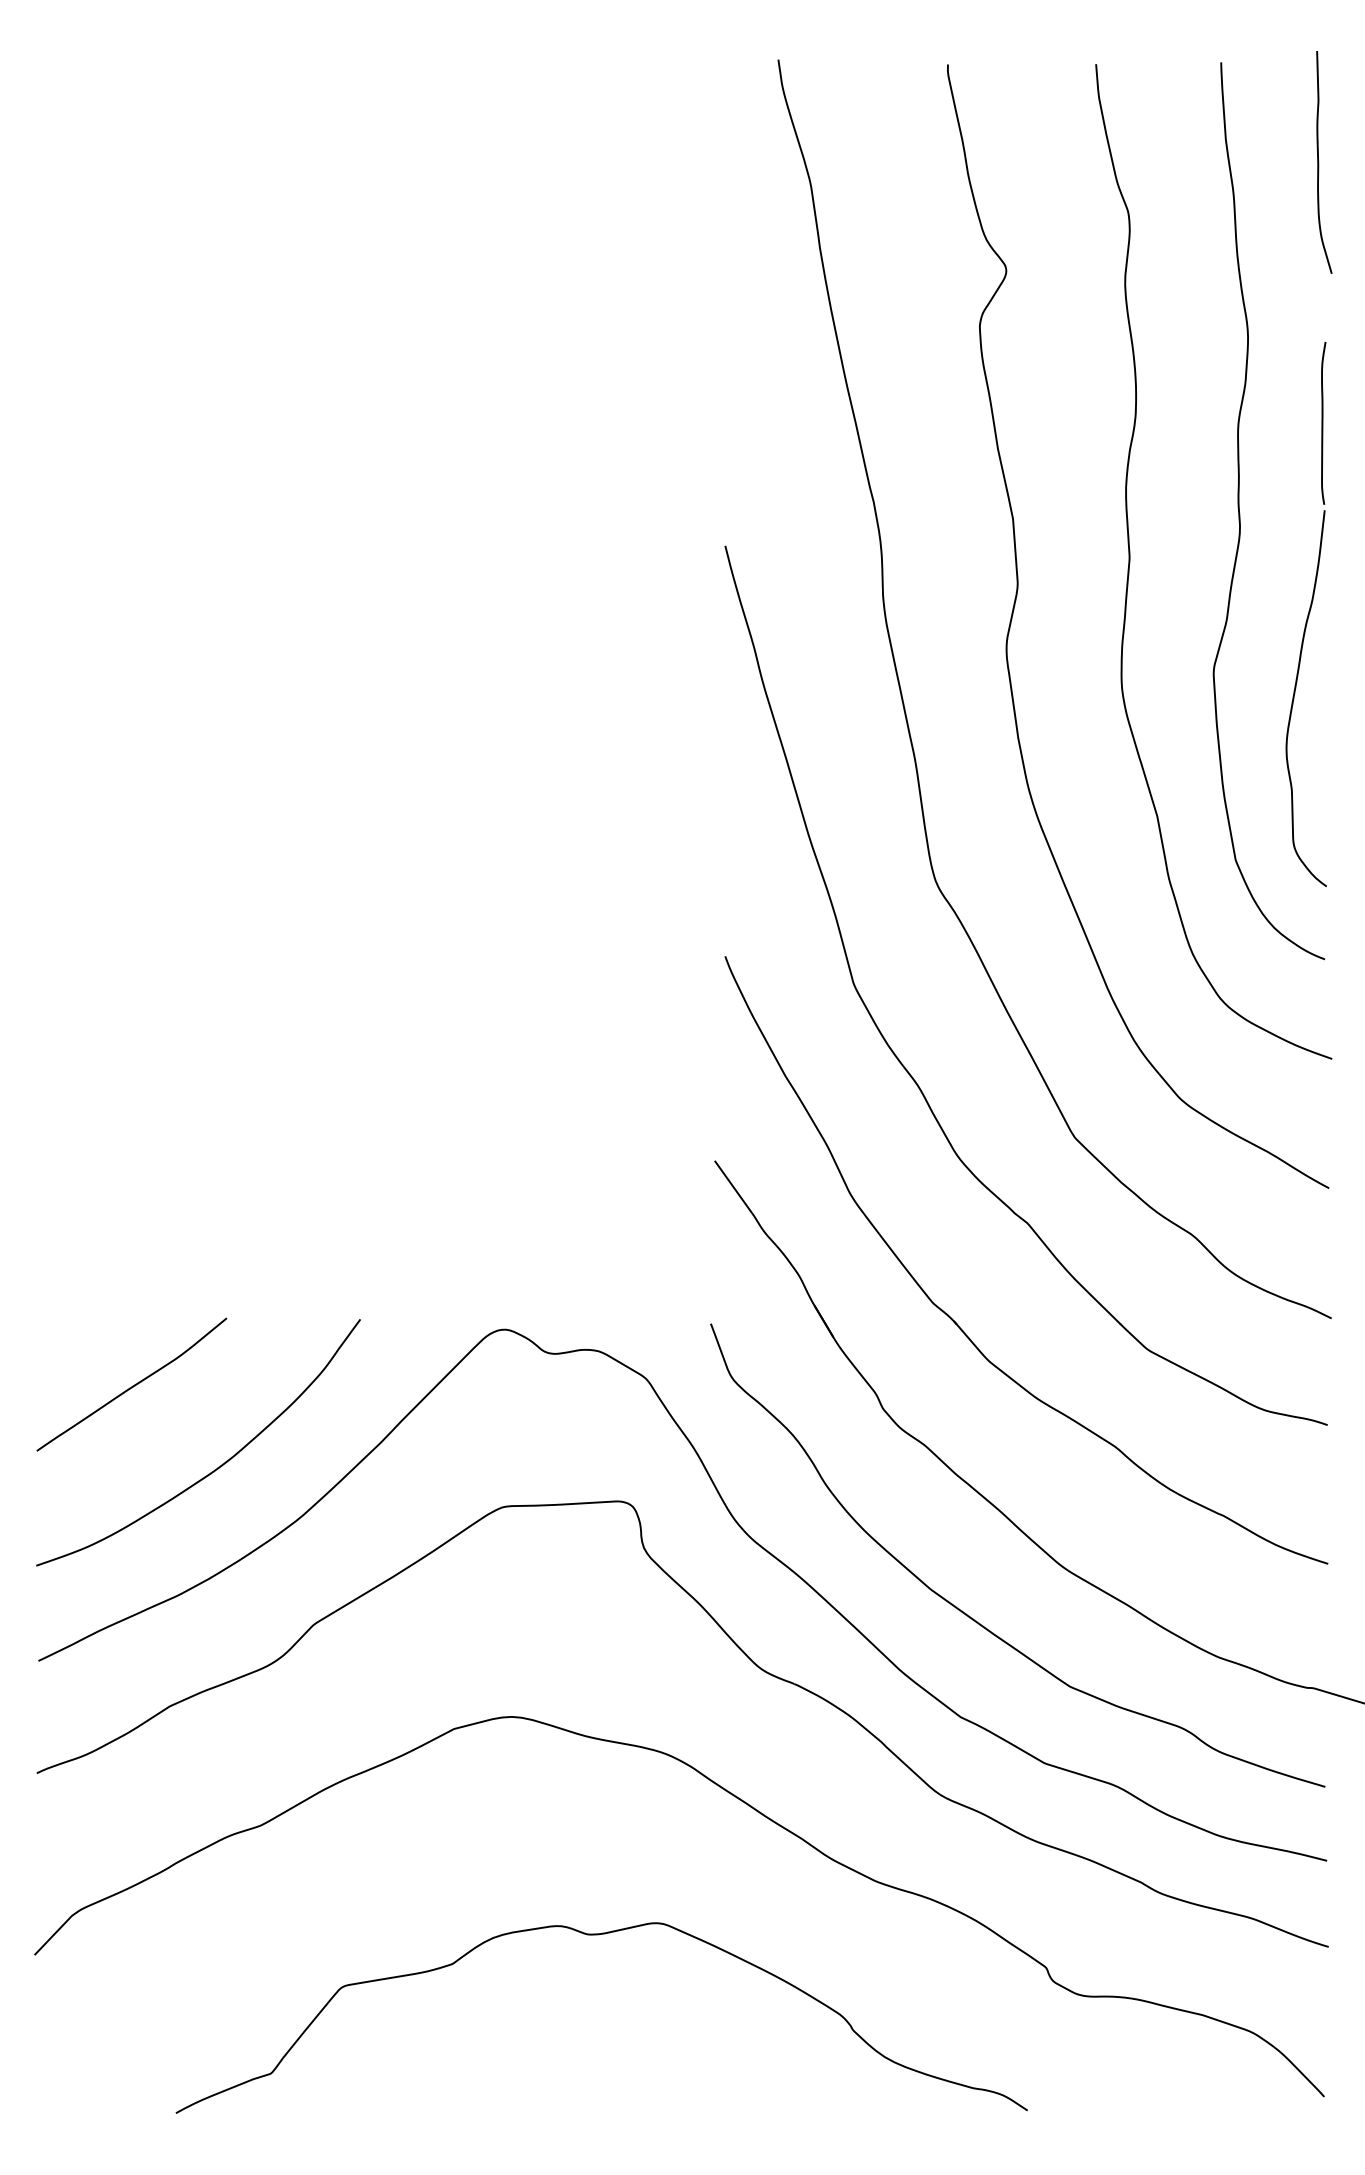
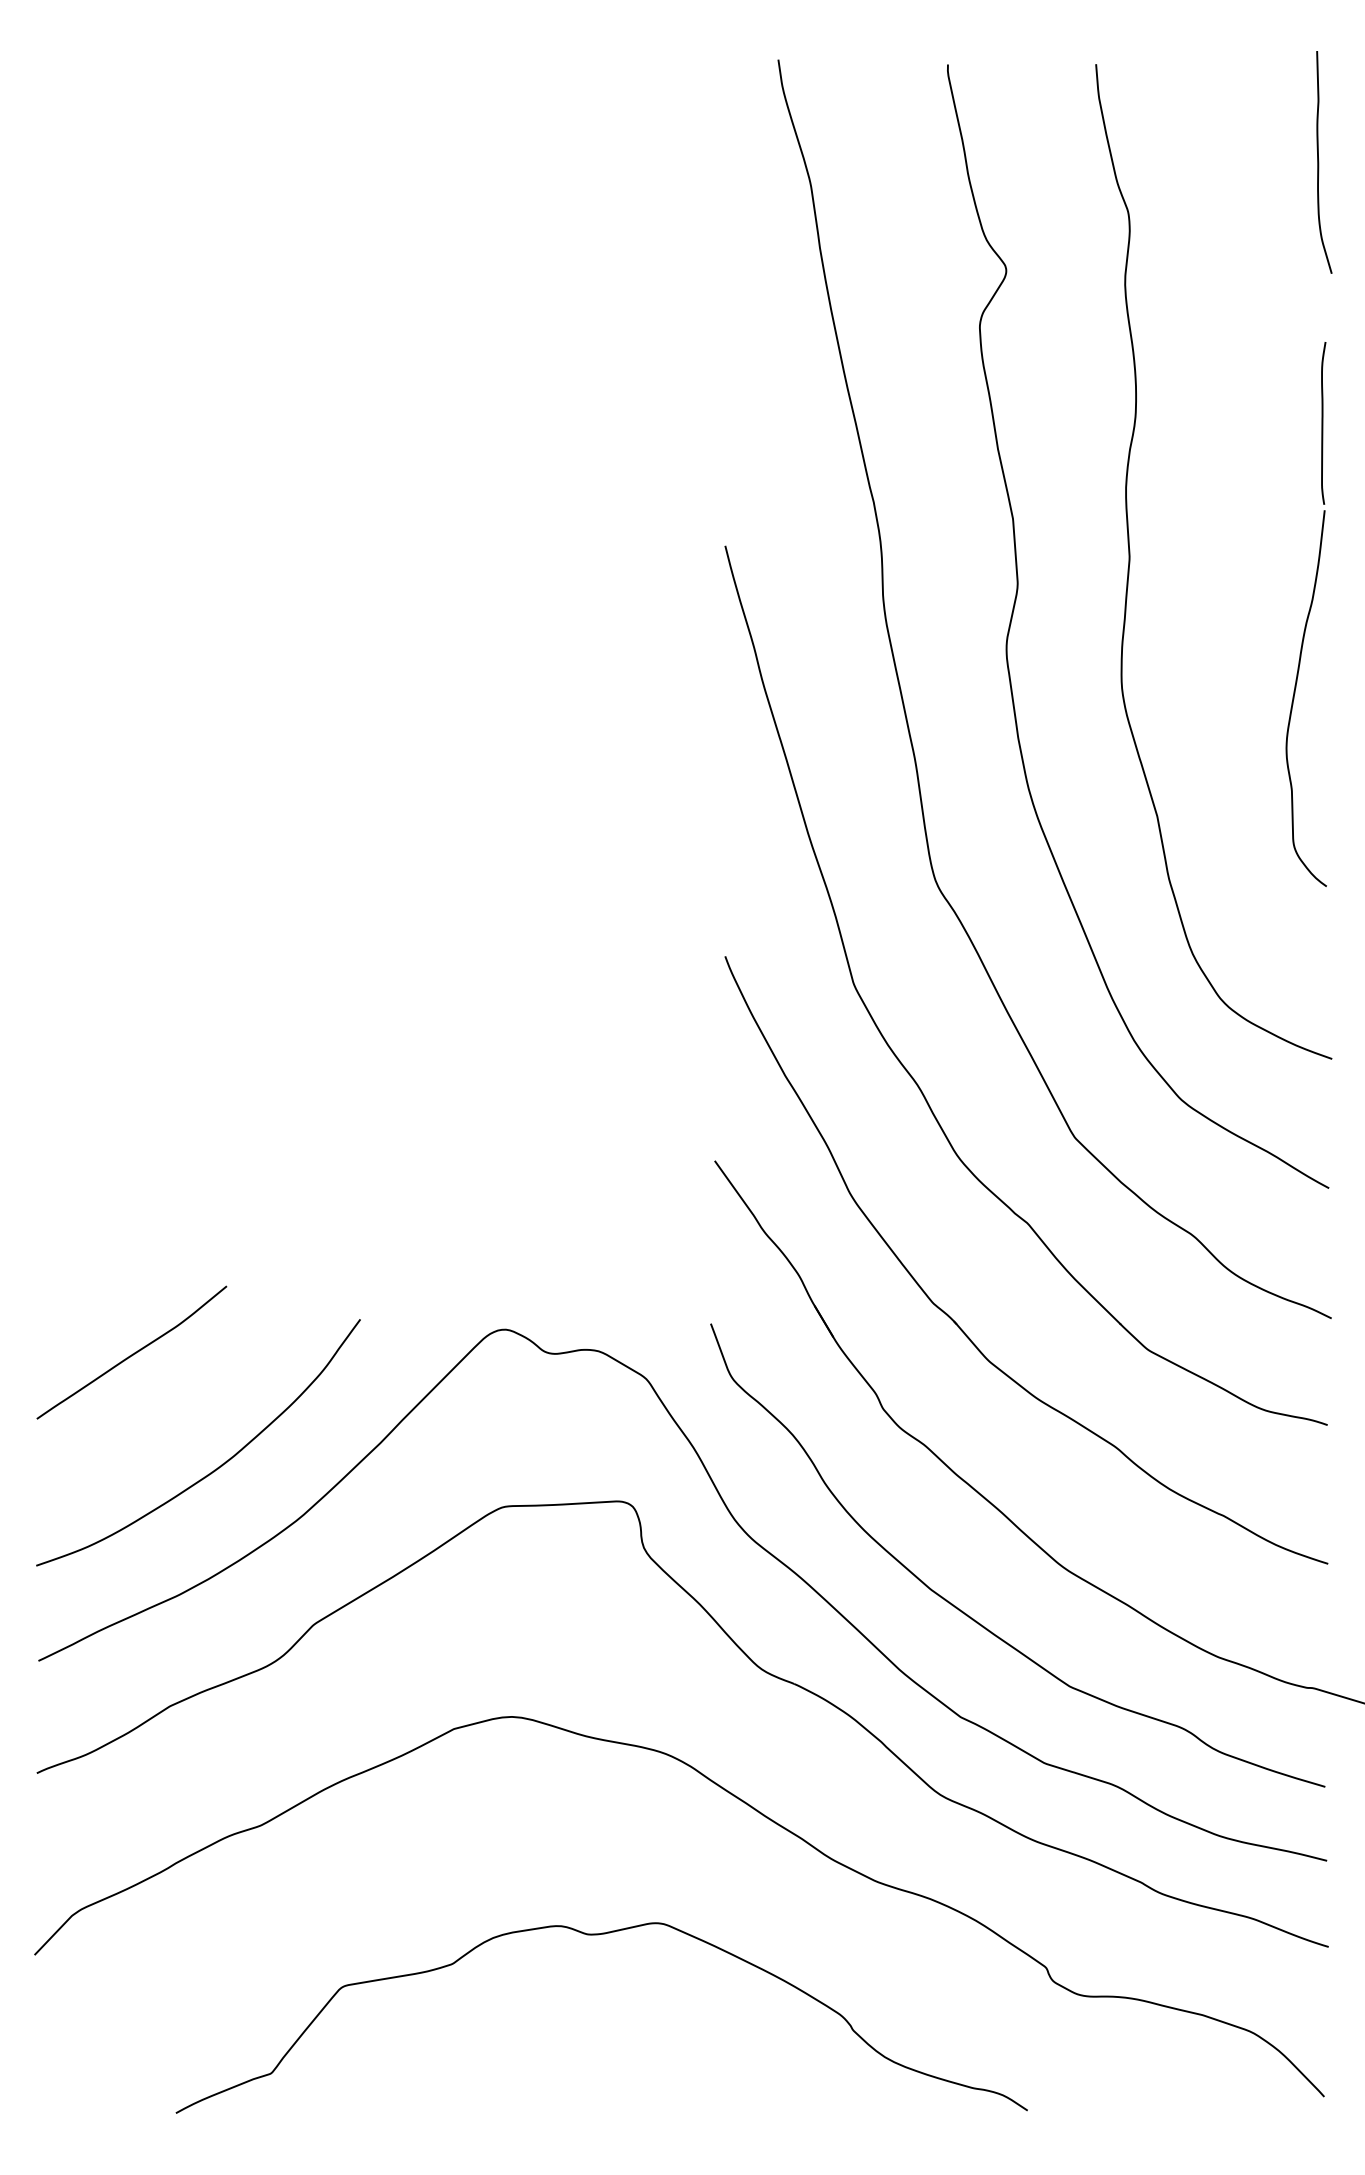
curve at (1240, 513): present -> none
curve at (132, 1385) position: (132, 1385) -> (132, 1353)
